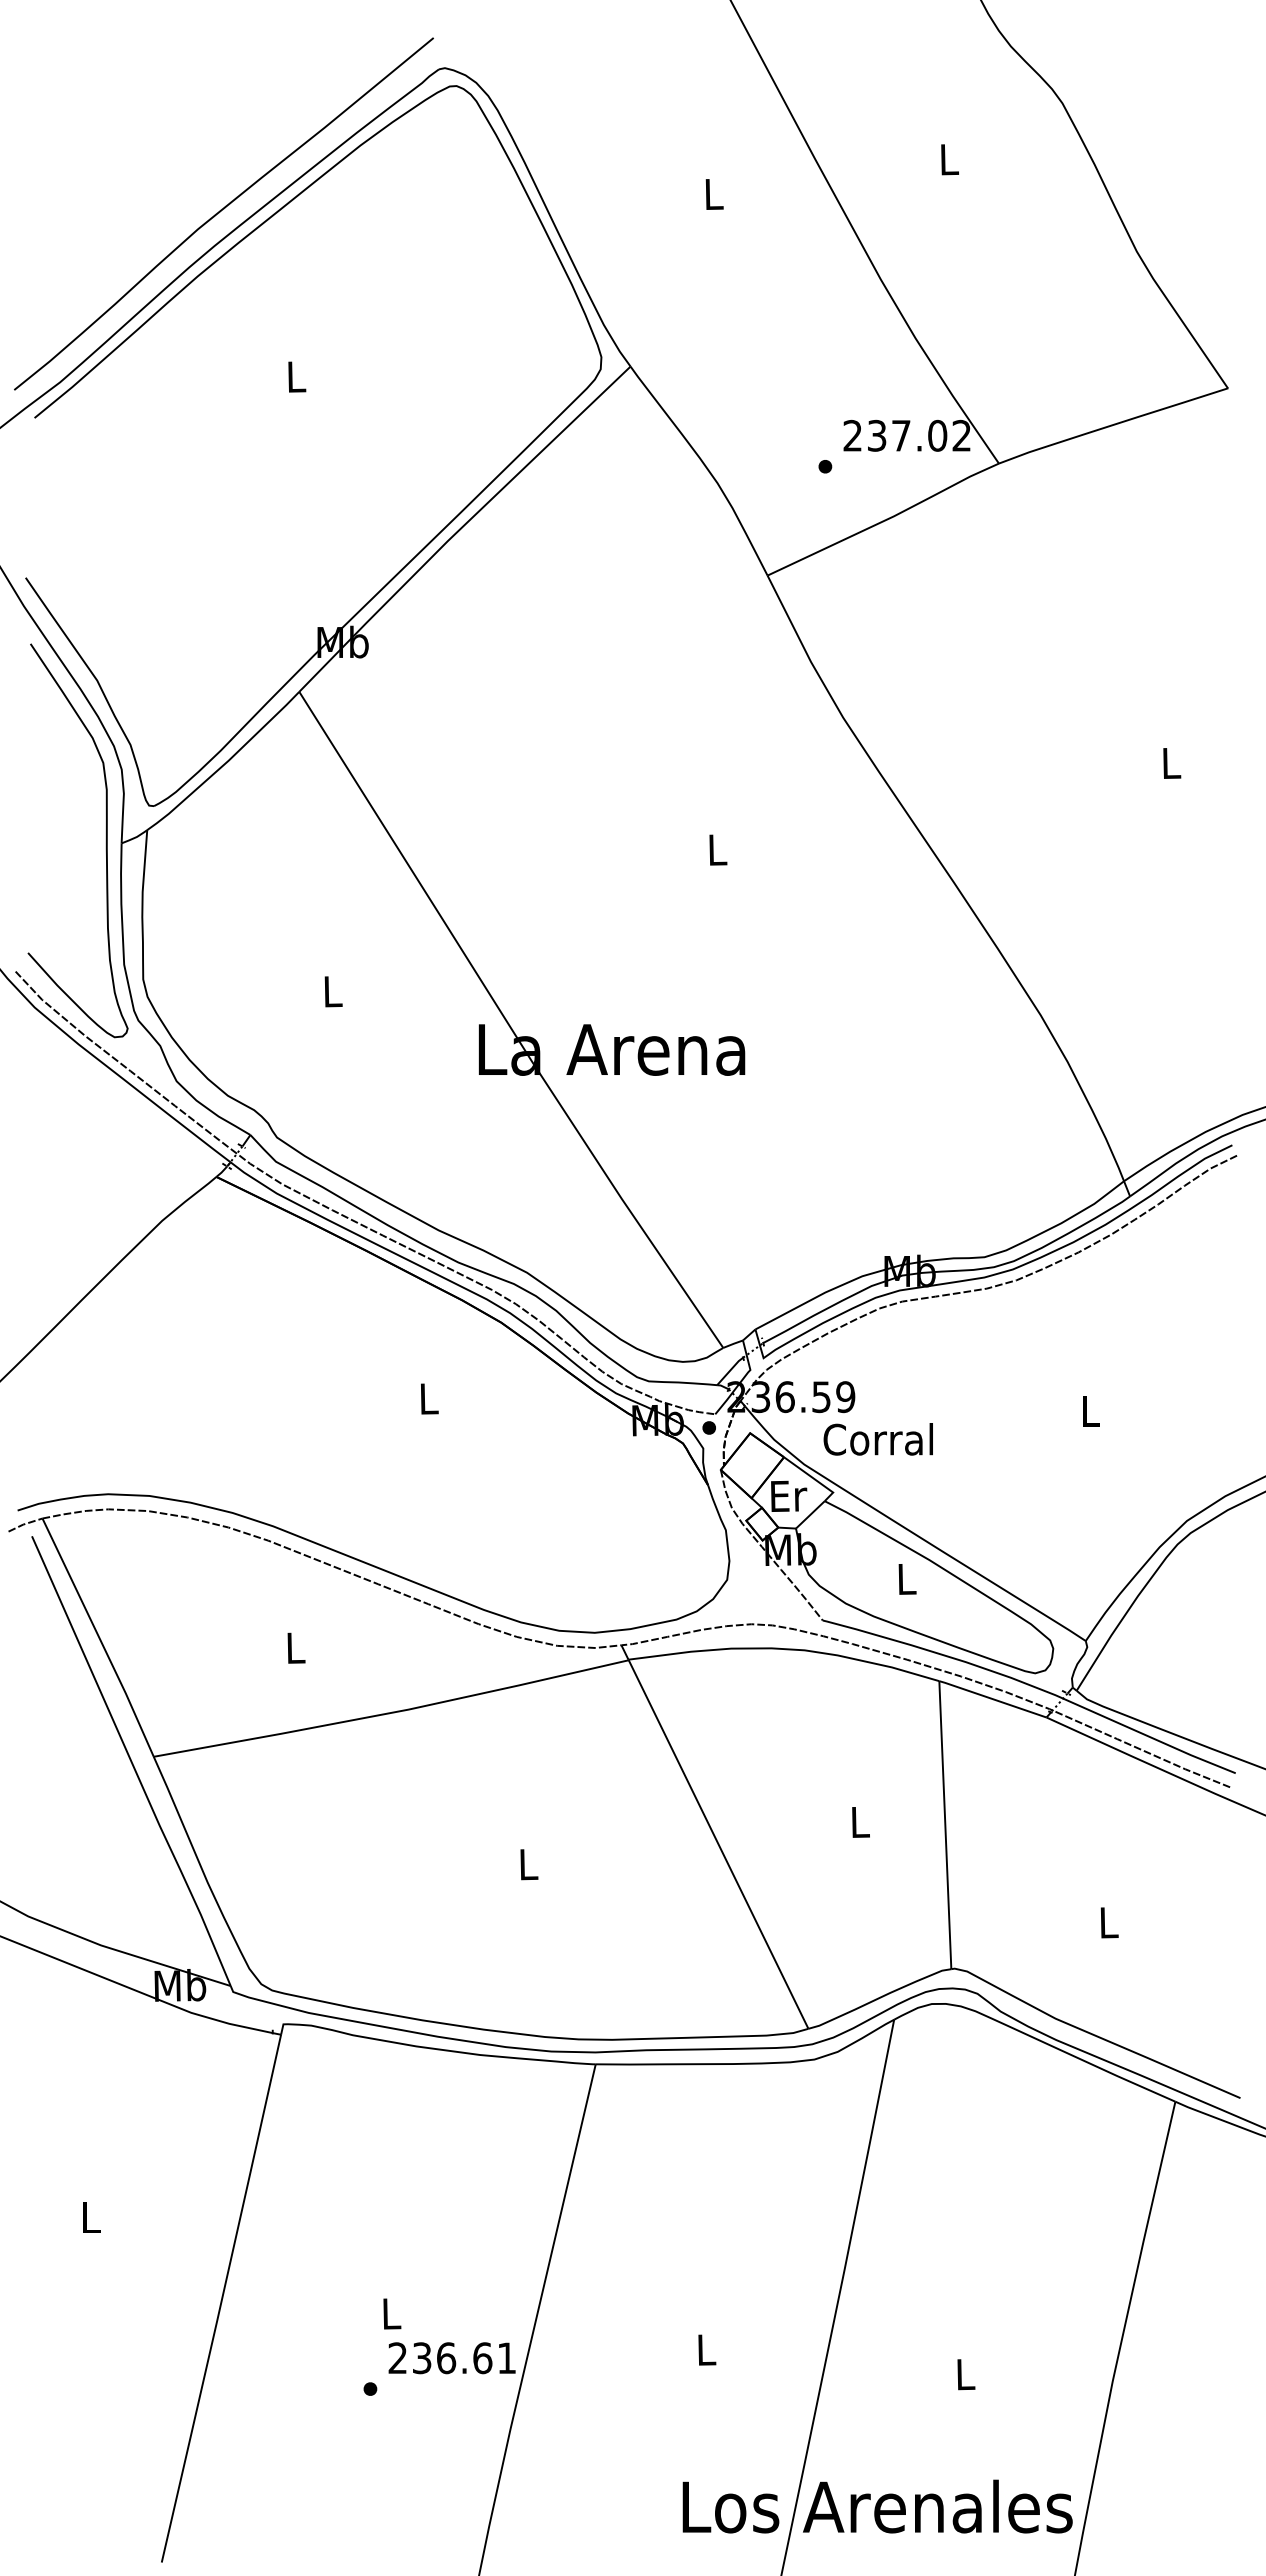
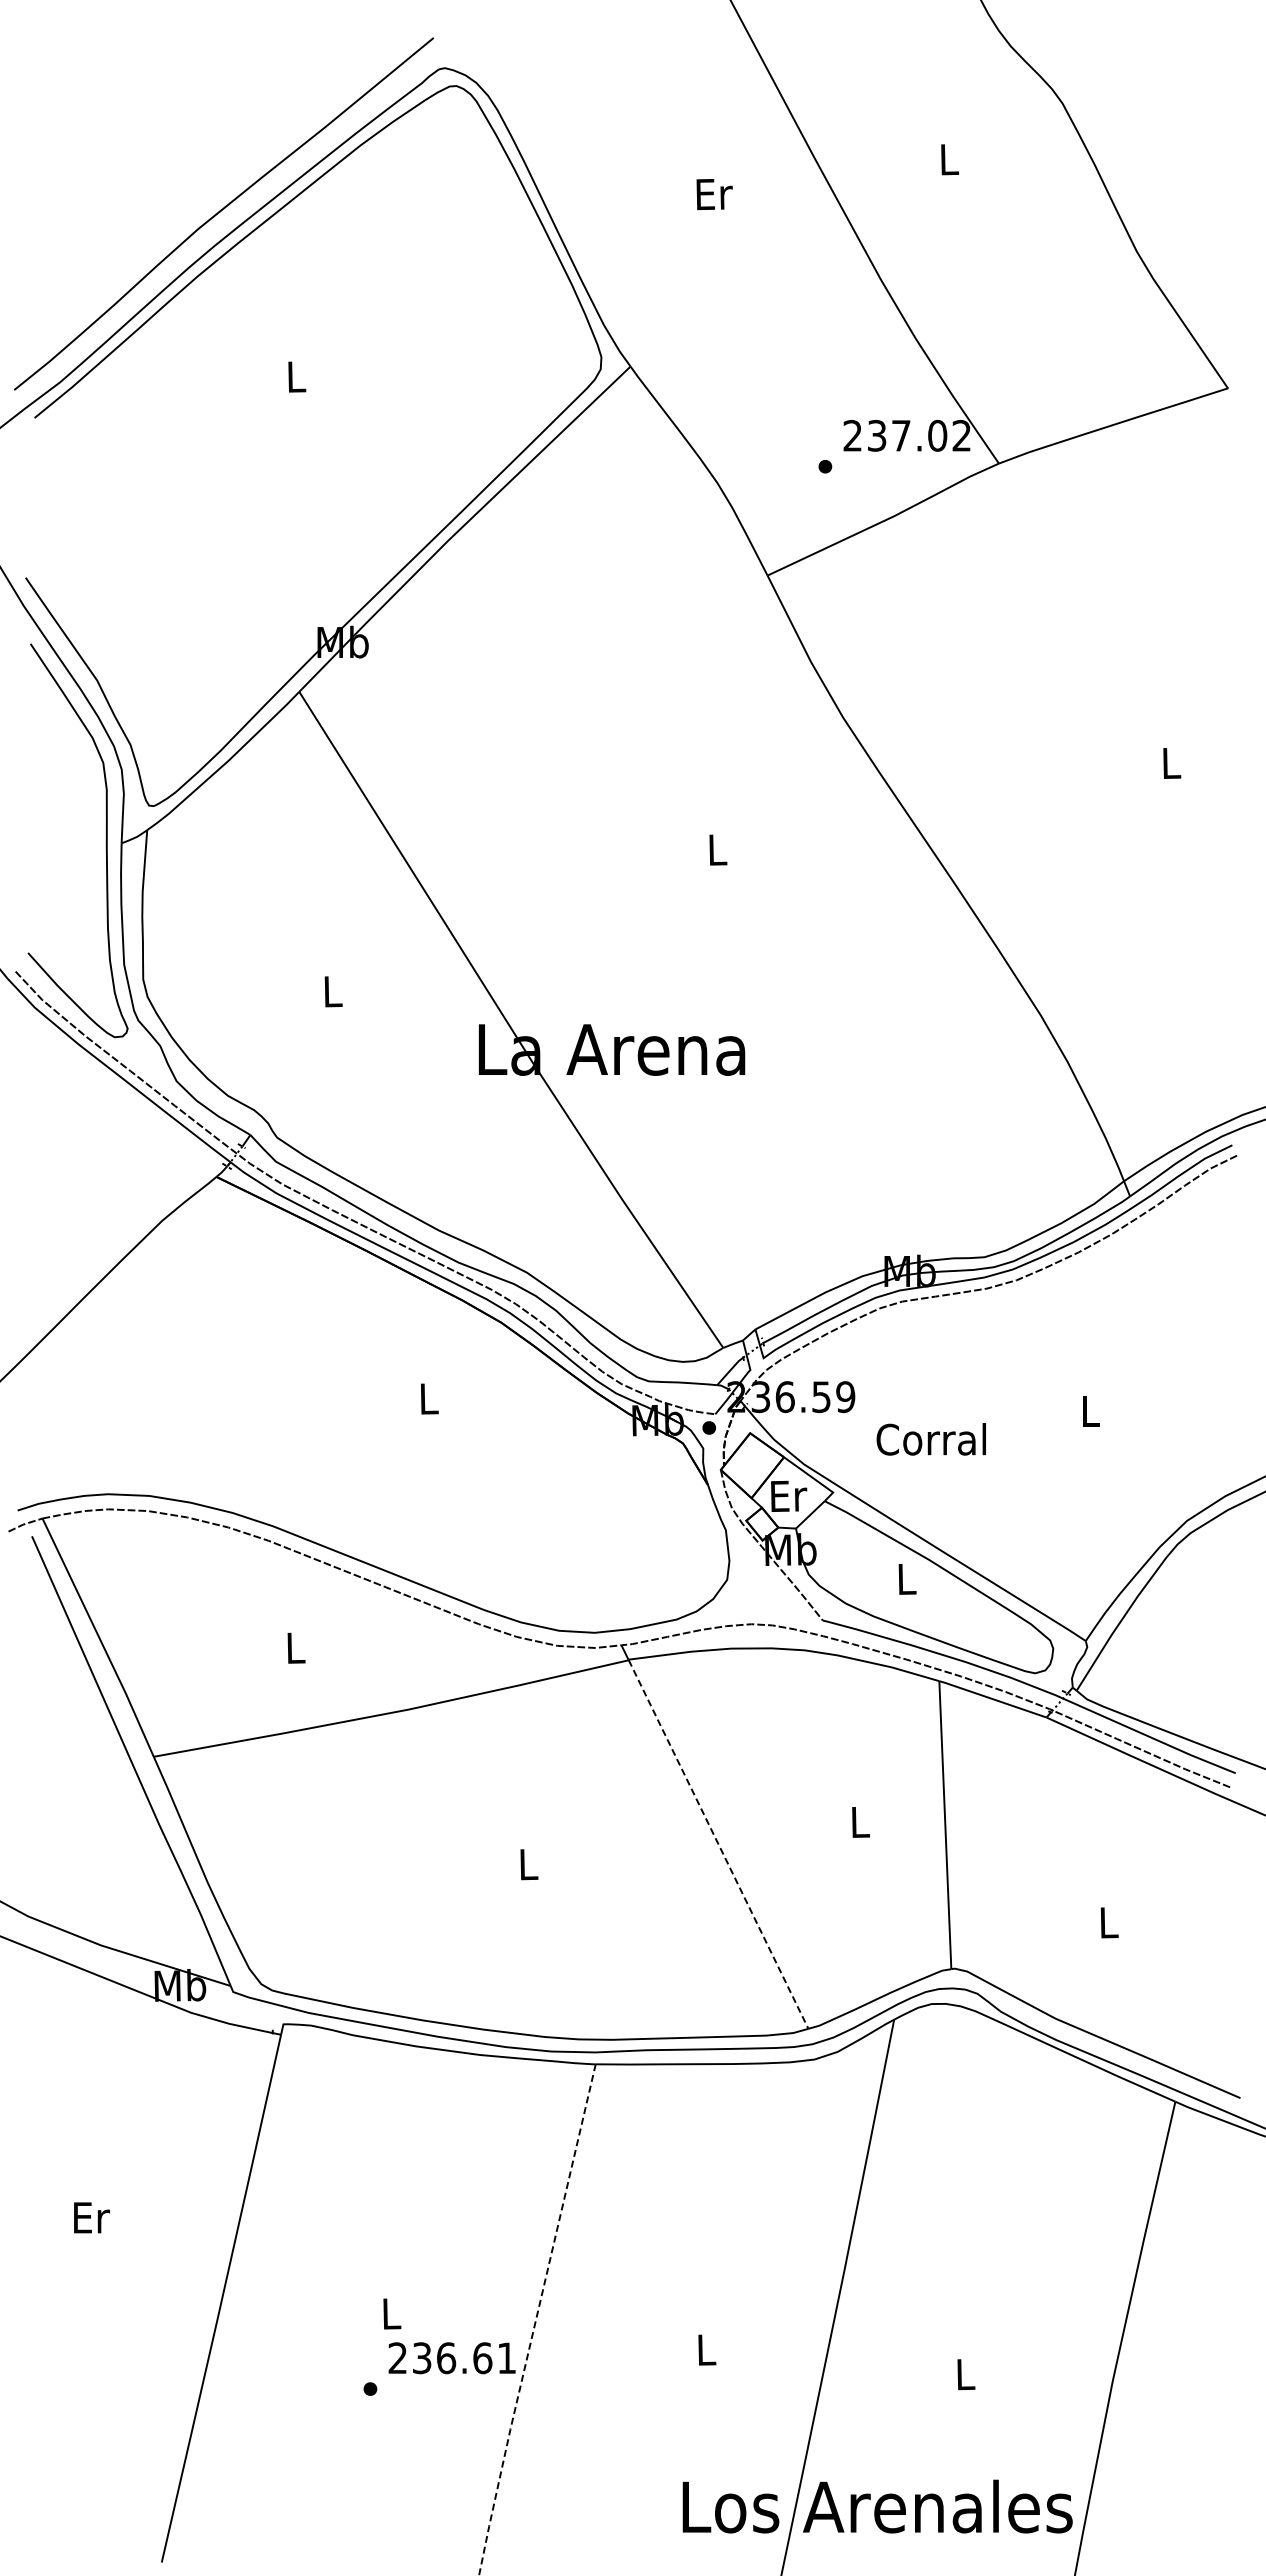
text at (714, 194): L -> Er
text at (877, 1439) position: (877, 1439) -> (930, 1439)
line at (718, 1844): solid -> dashed
text at (91, 2217): L -> Er
line at (535, 2321): solid -> dashed
